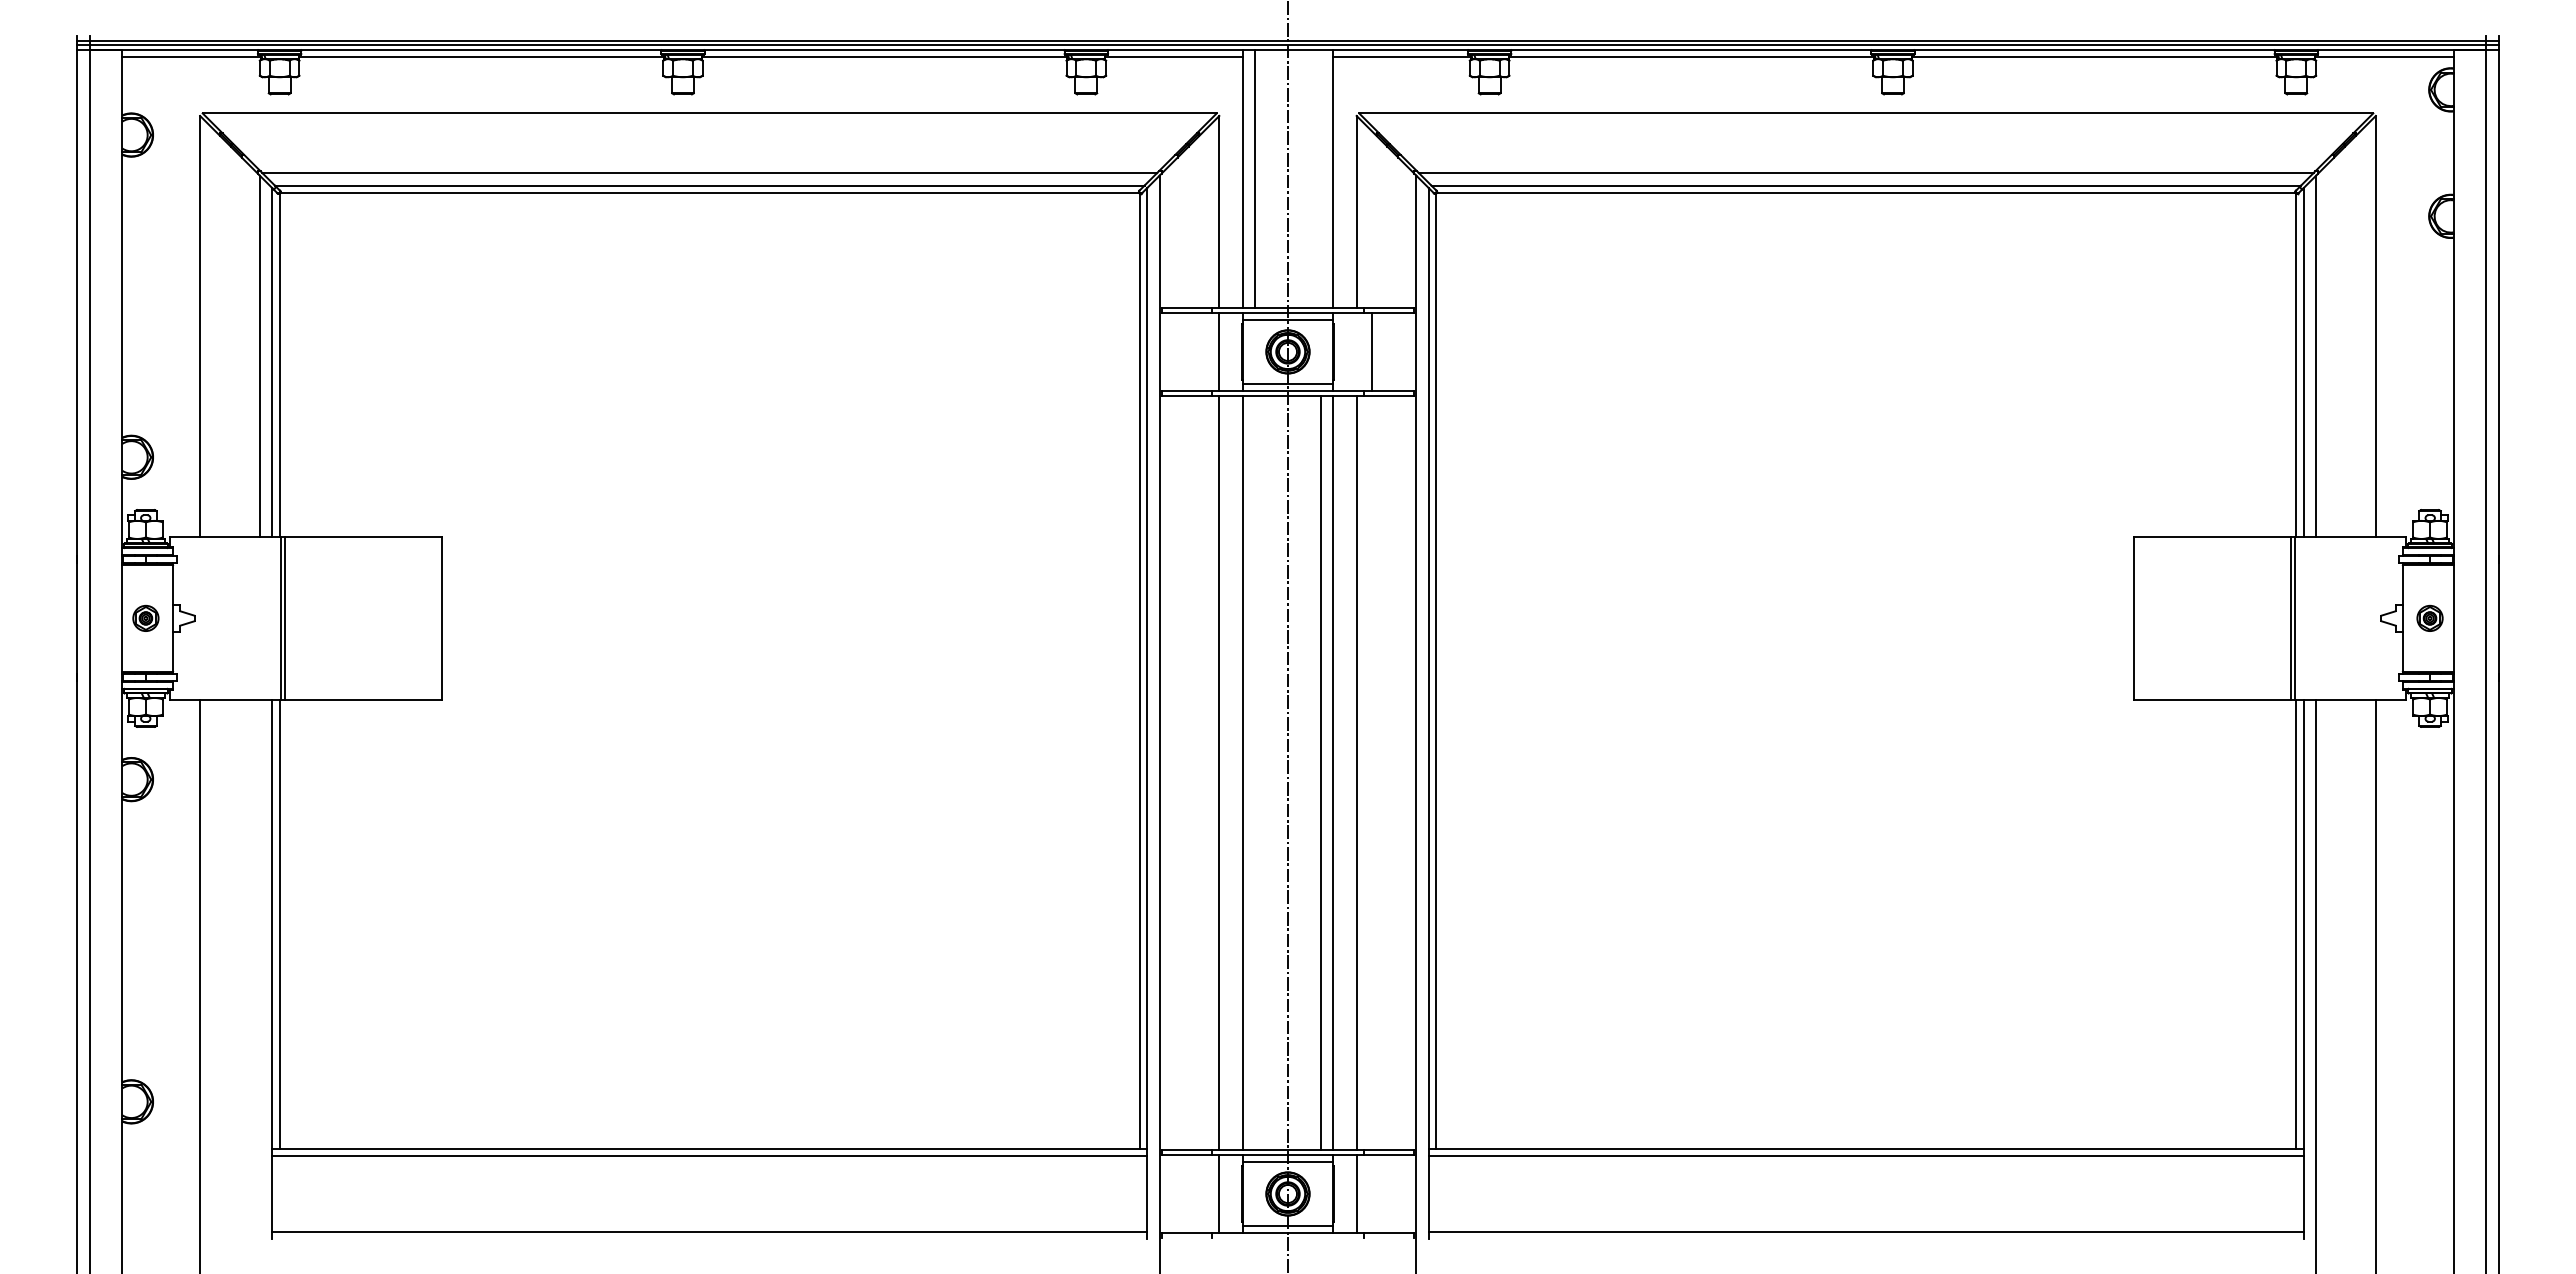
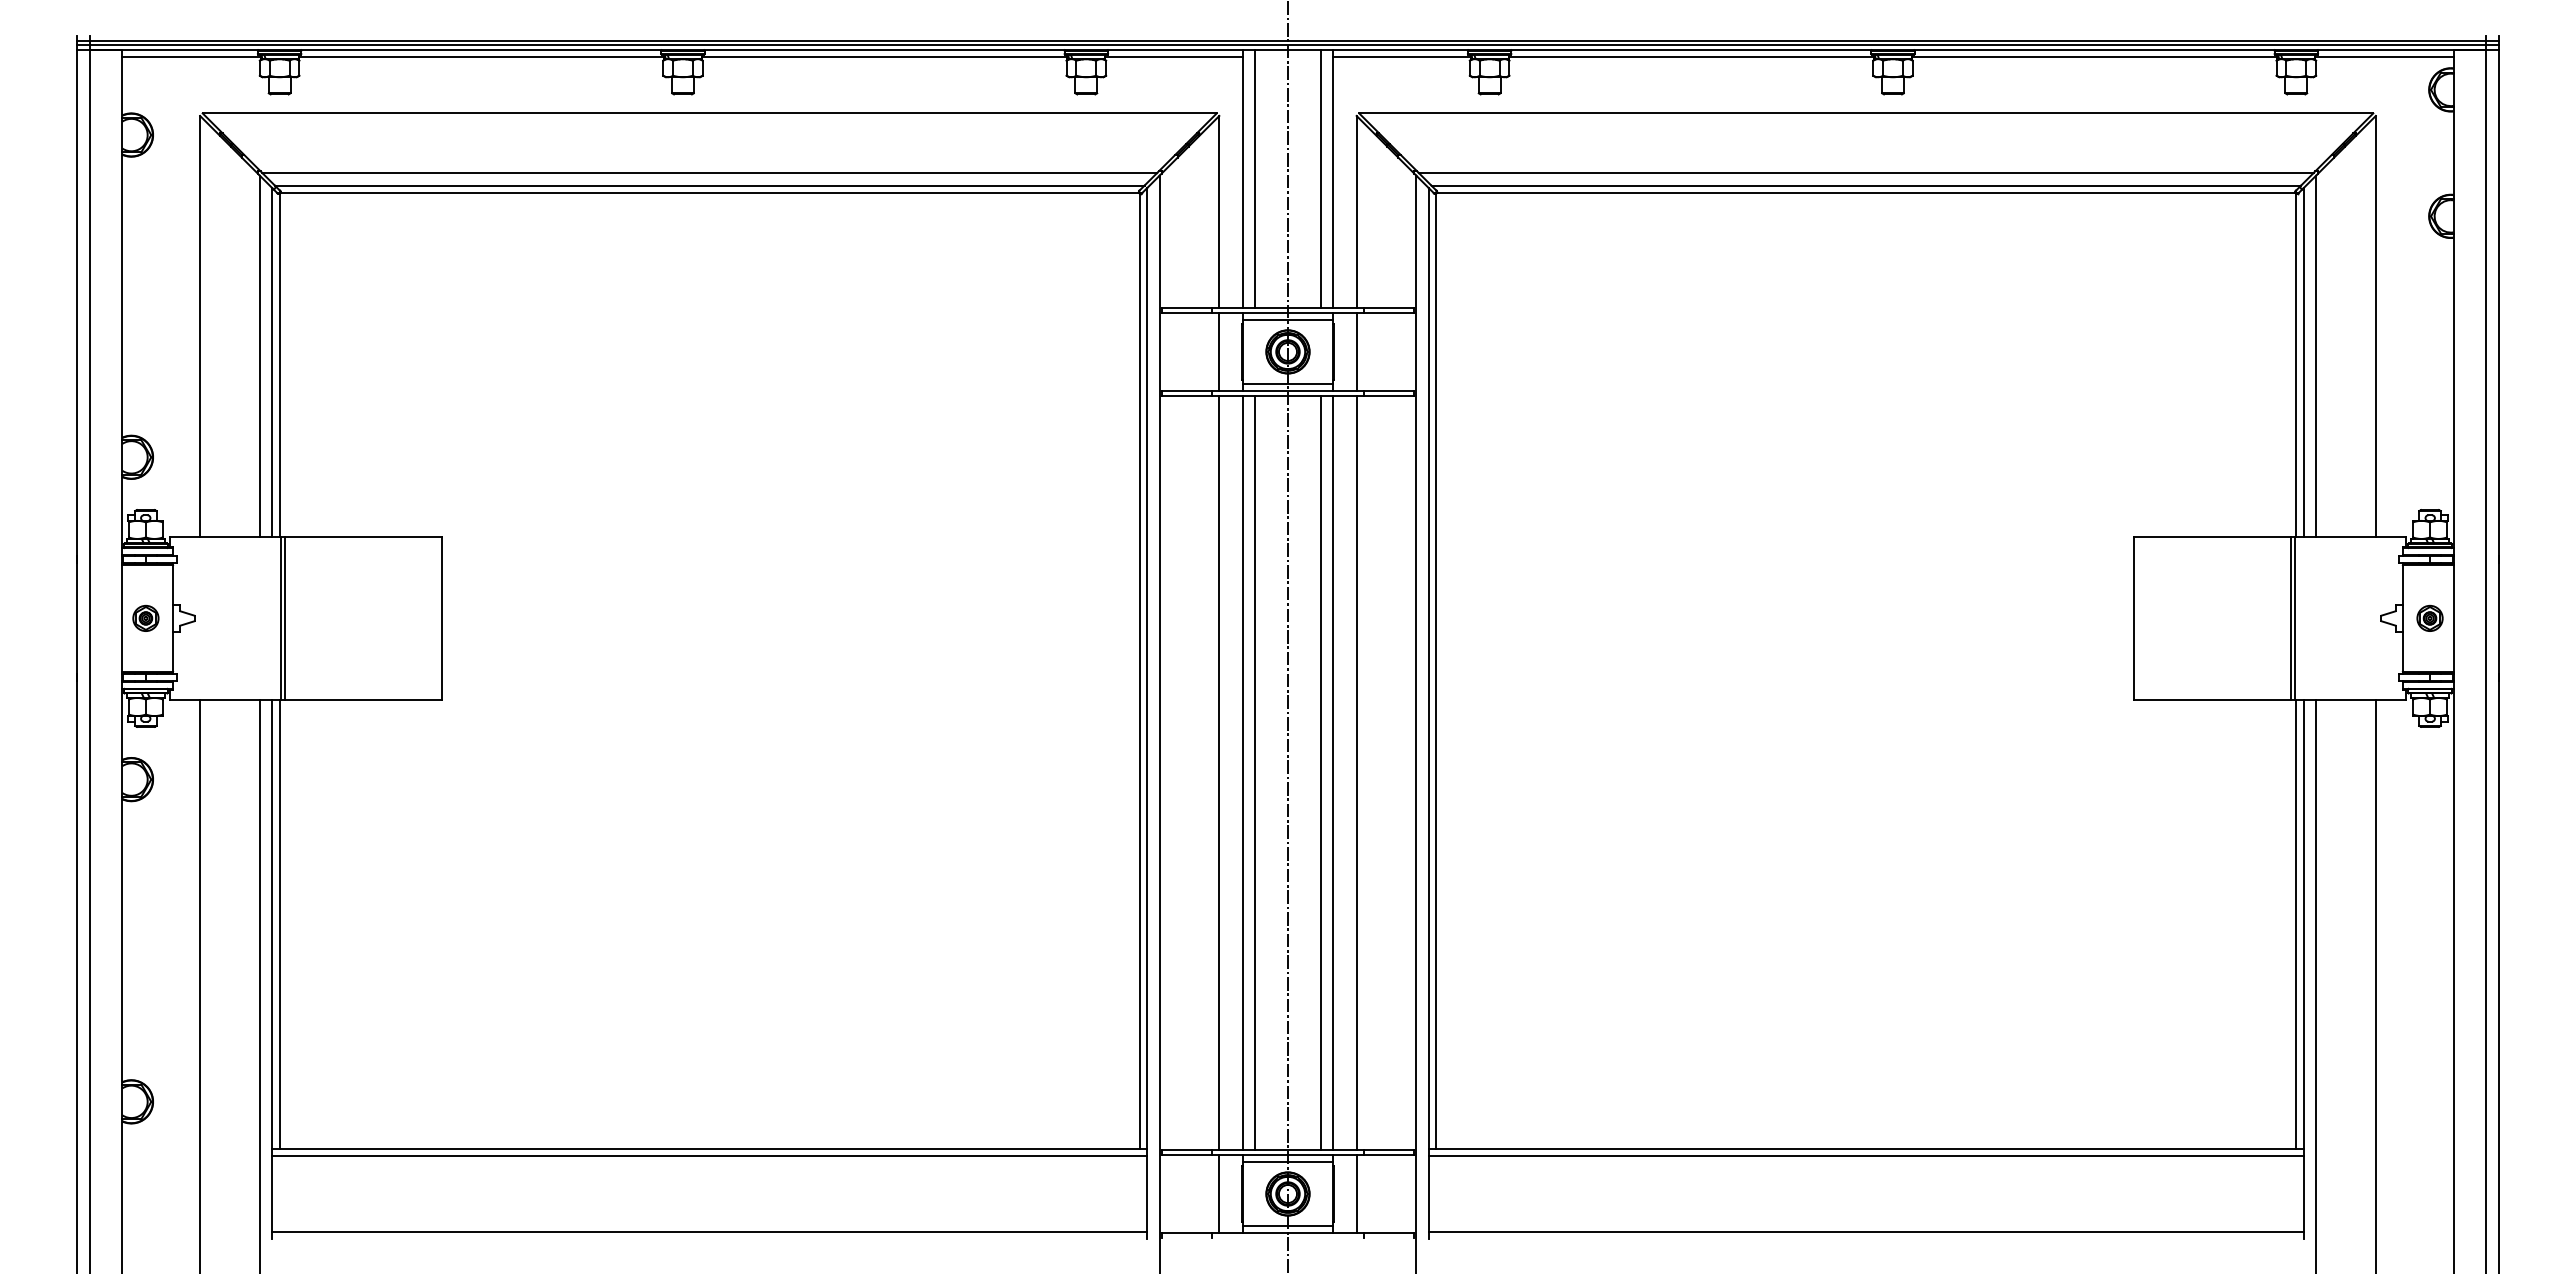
line at (1320, 178): none -> present
line at (1371, 351) position: (1371, 351) -> (1356, 351)
line at (1255, 772): none -> present
line at (259, 984): none -> present
